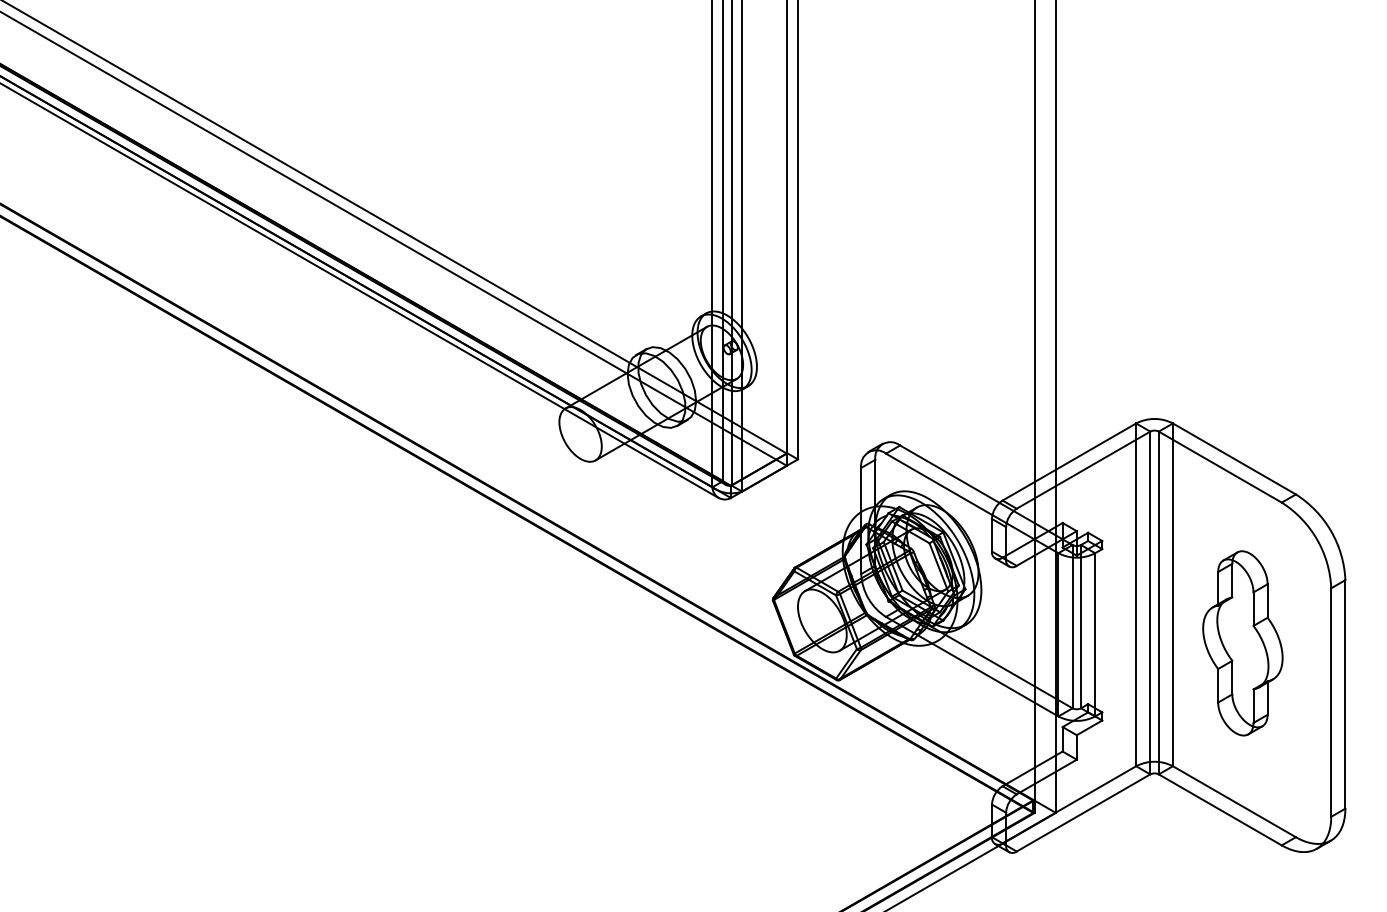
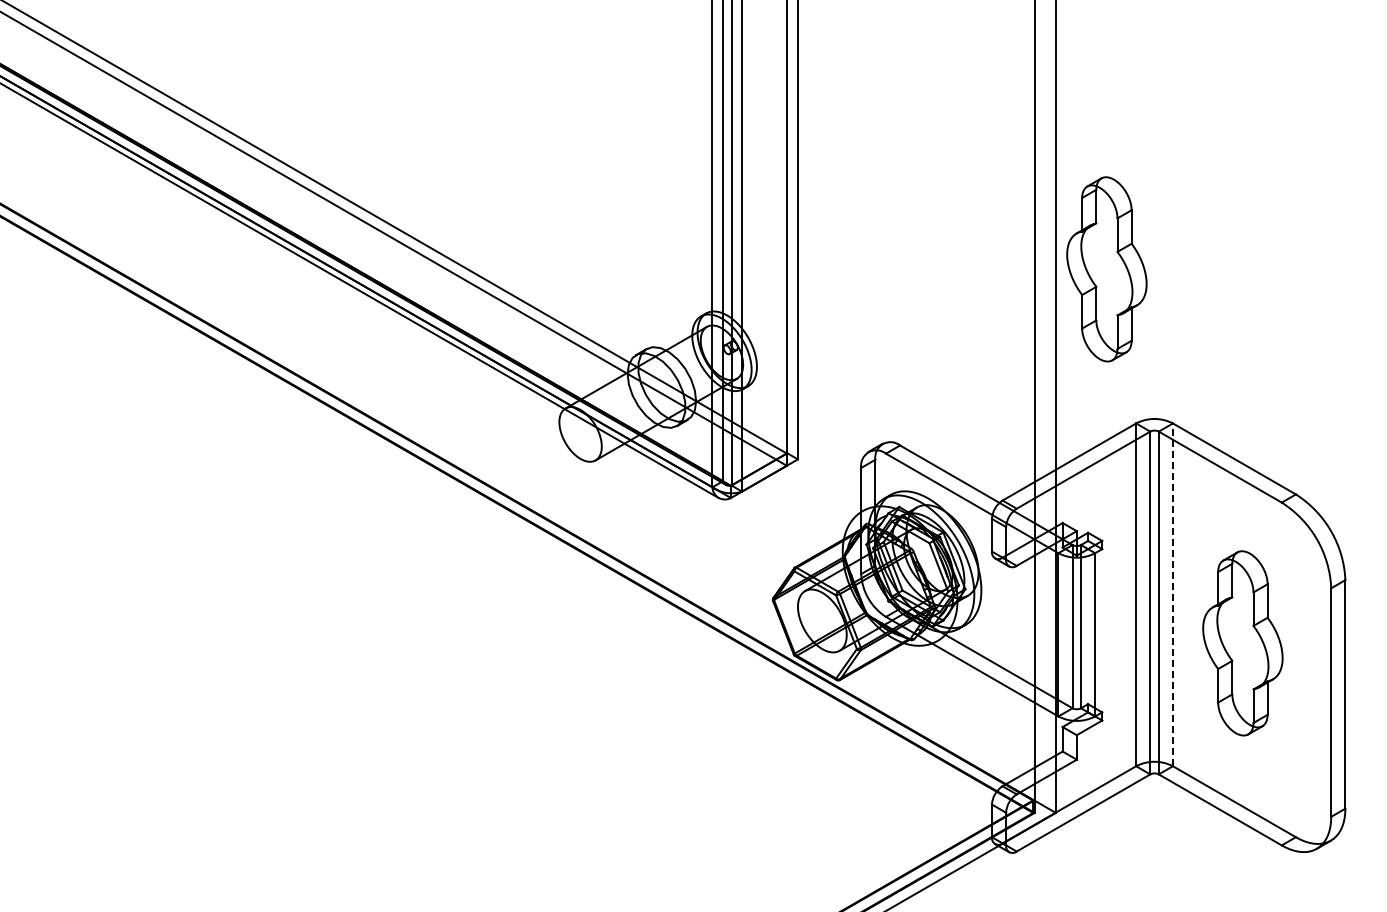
part at (1106, 269): none -> present
line at (1172, 594): solid -> dashed
